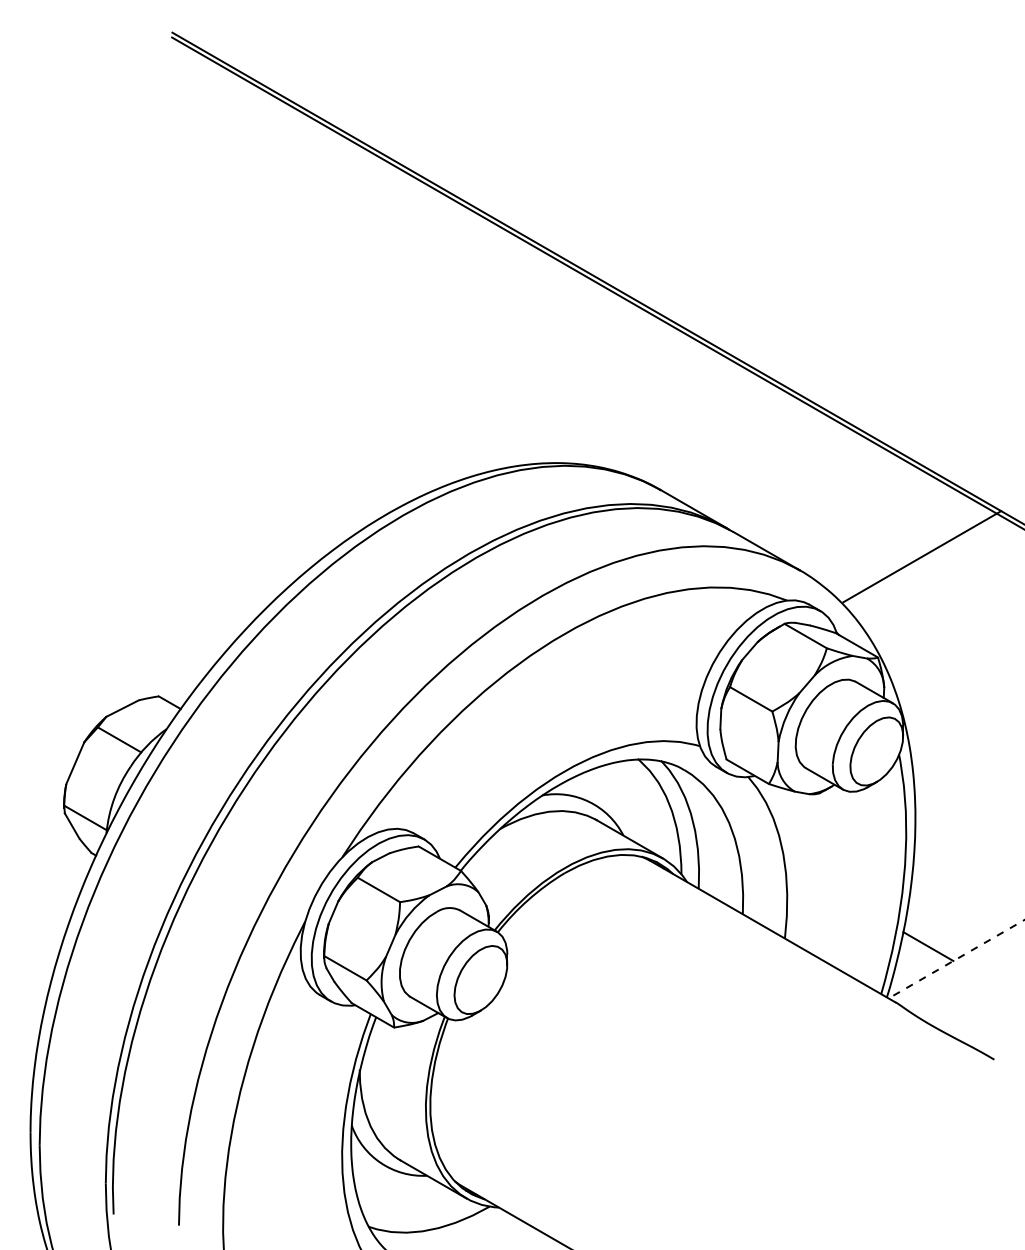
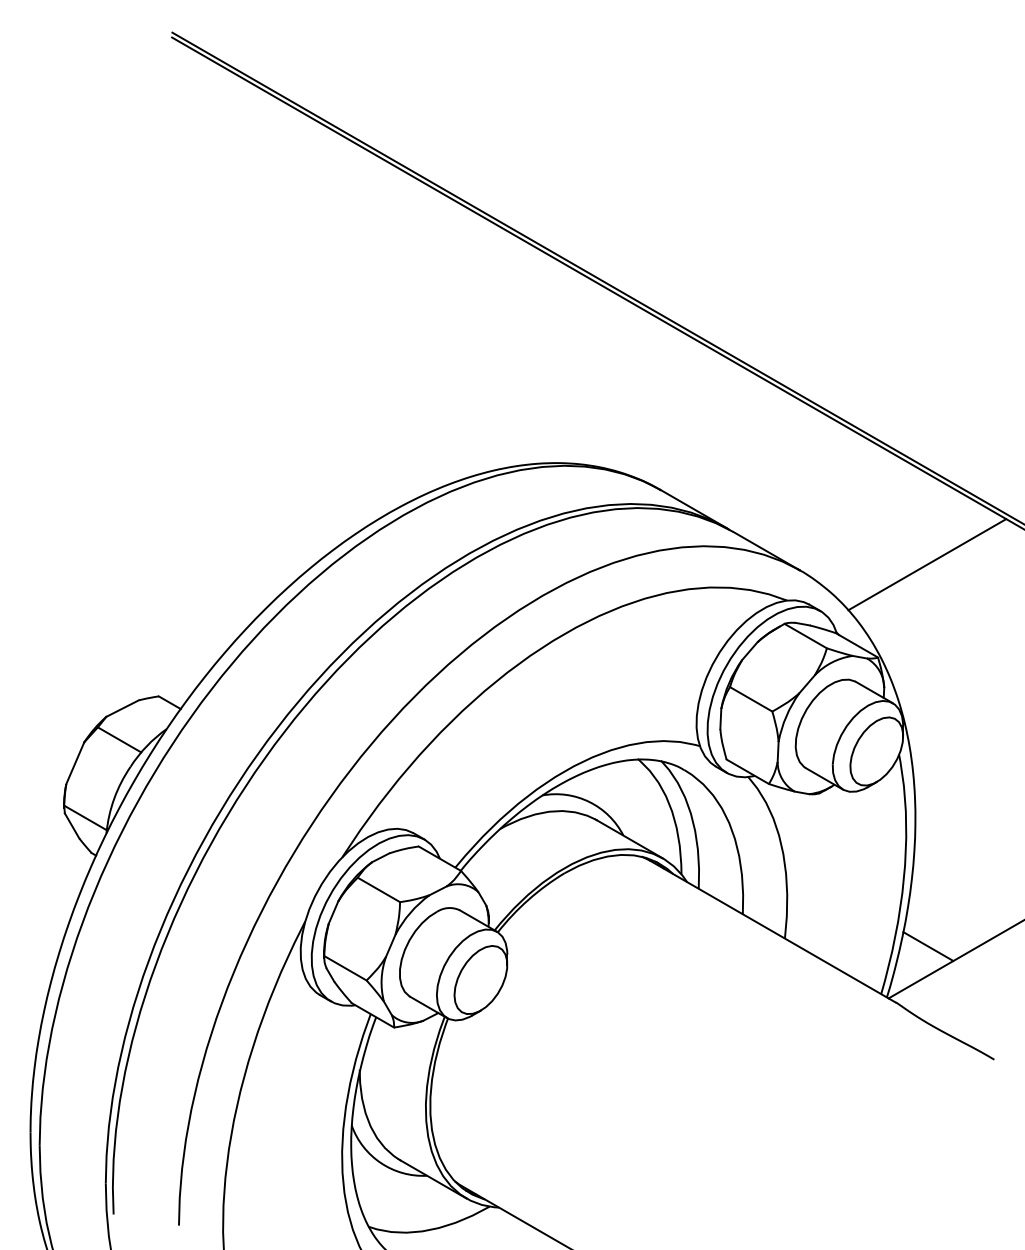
line at (922, 556) position: (922, 556) -> (927, 564)
line at (955, 959): dashed -> solid
